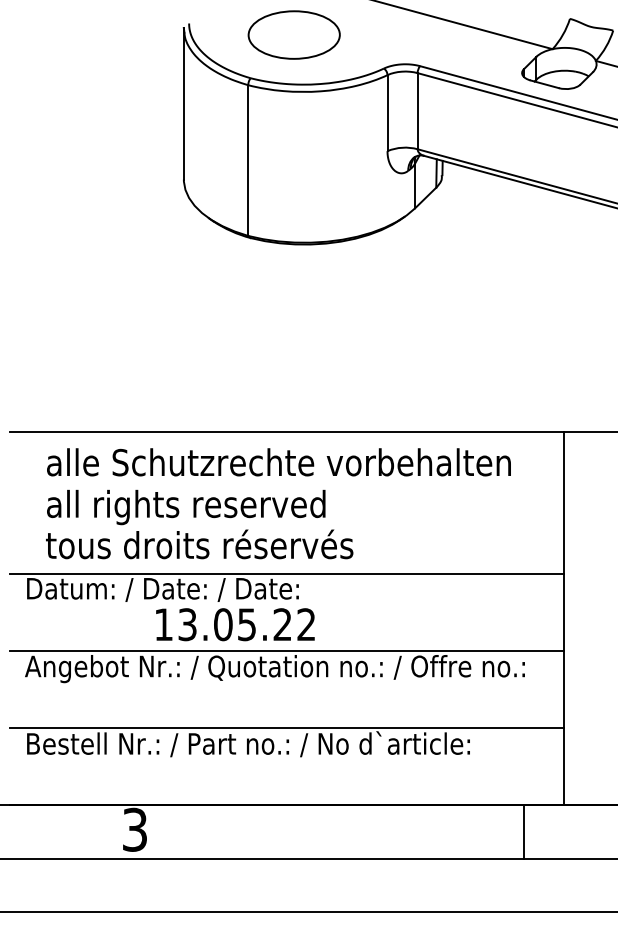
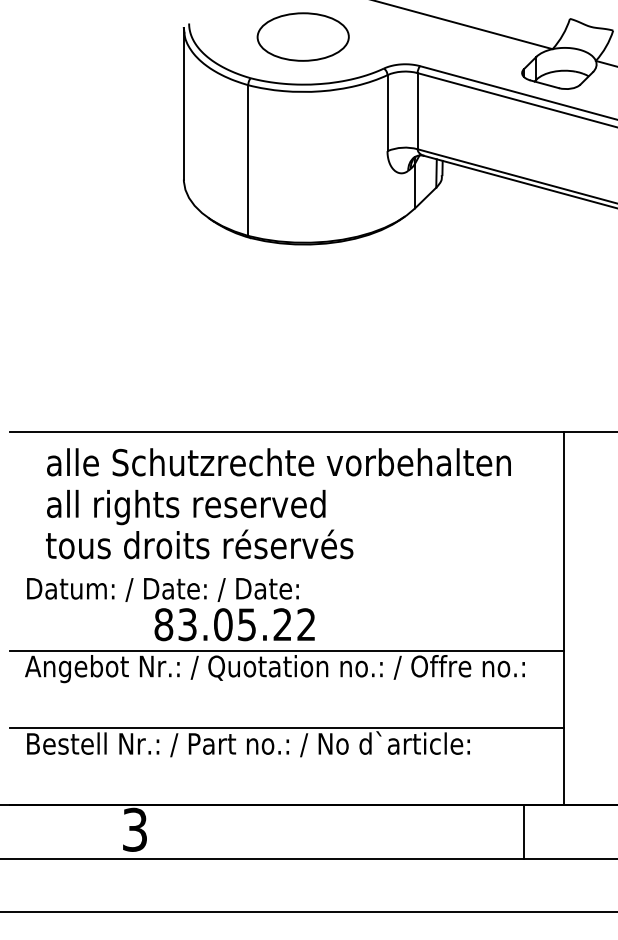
part at (293, 34) position: (293, 34) -> (302, 36)
line at (286, 573): present -> none
text at (163, 624): 13.05.22 -> 83.05.22
